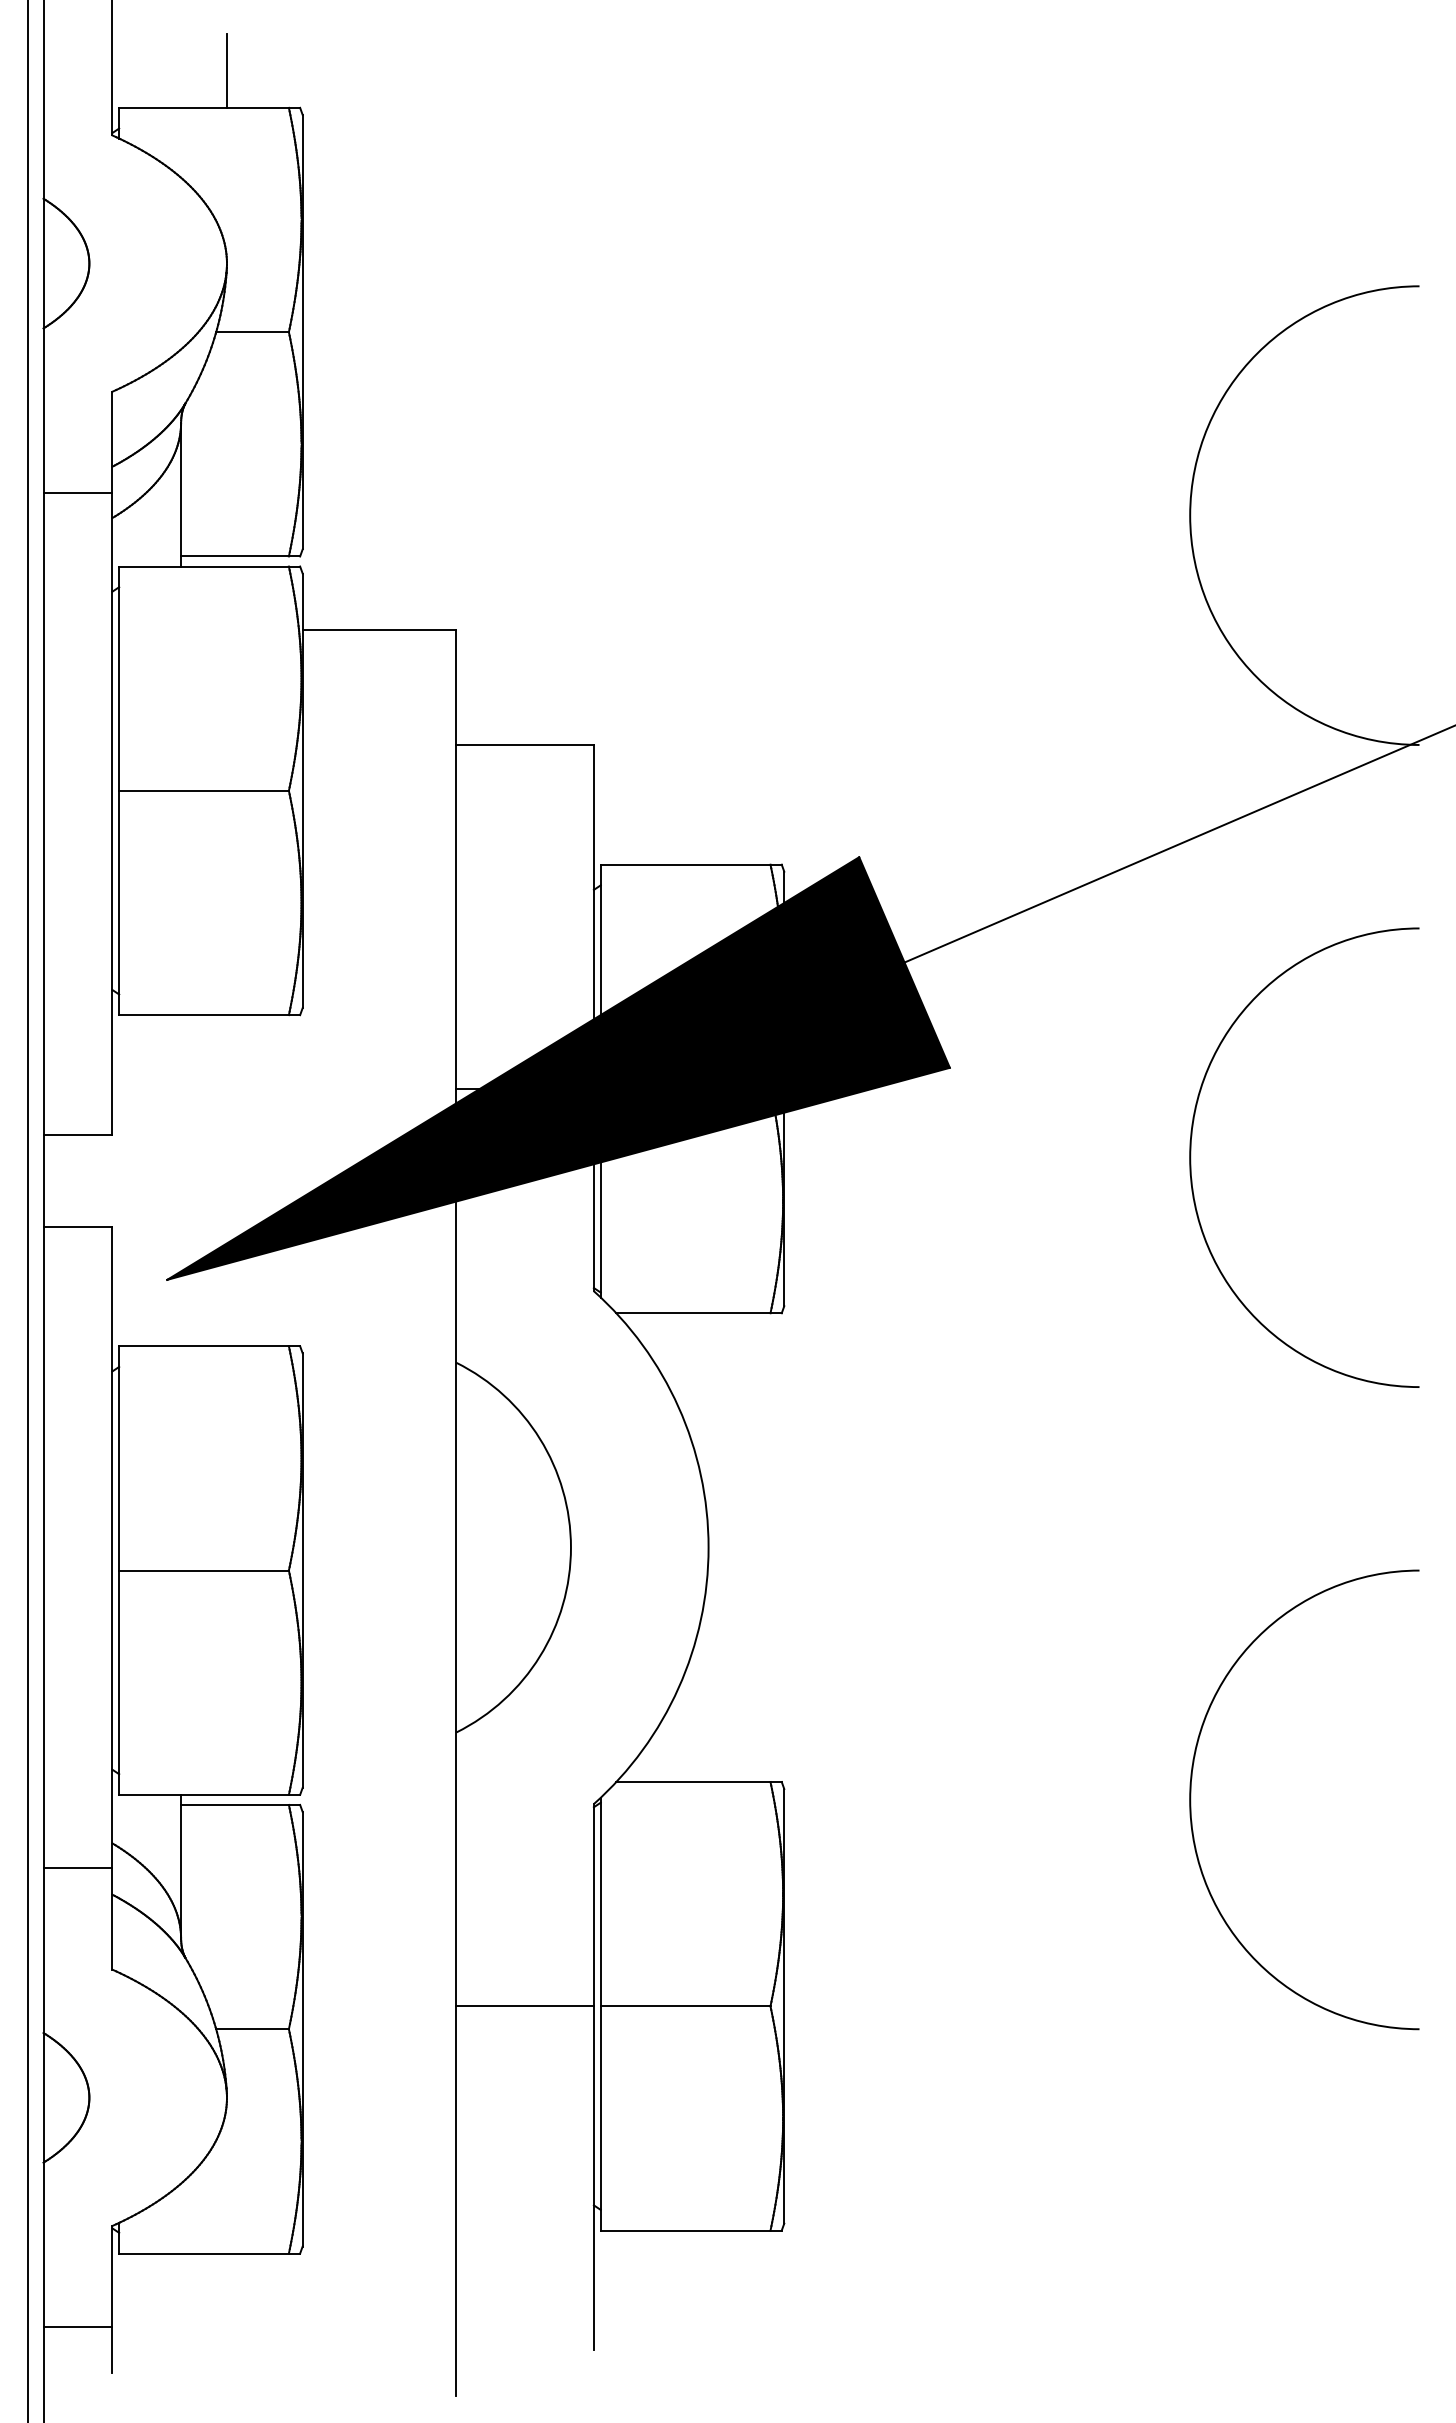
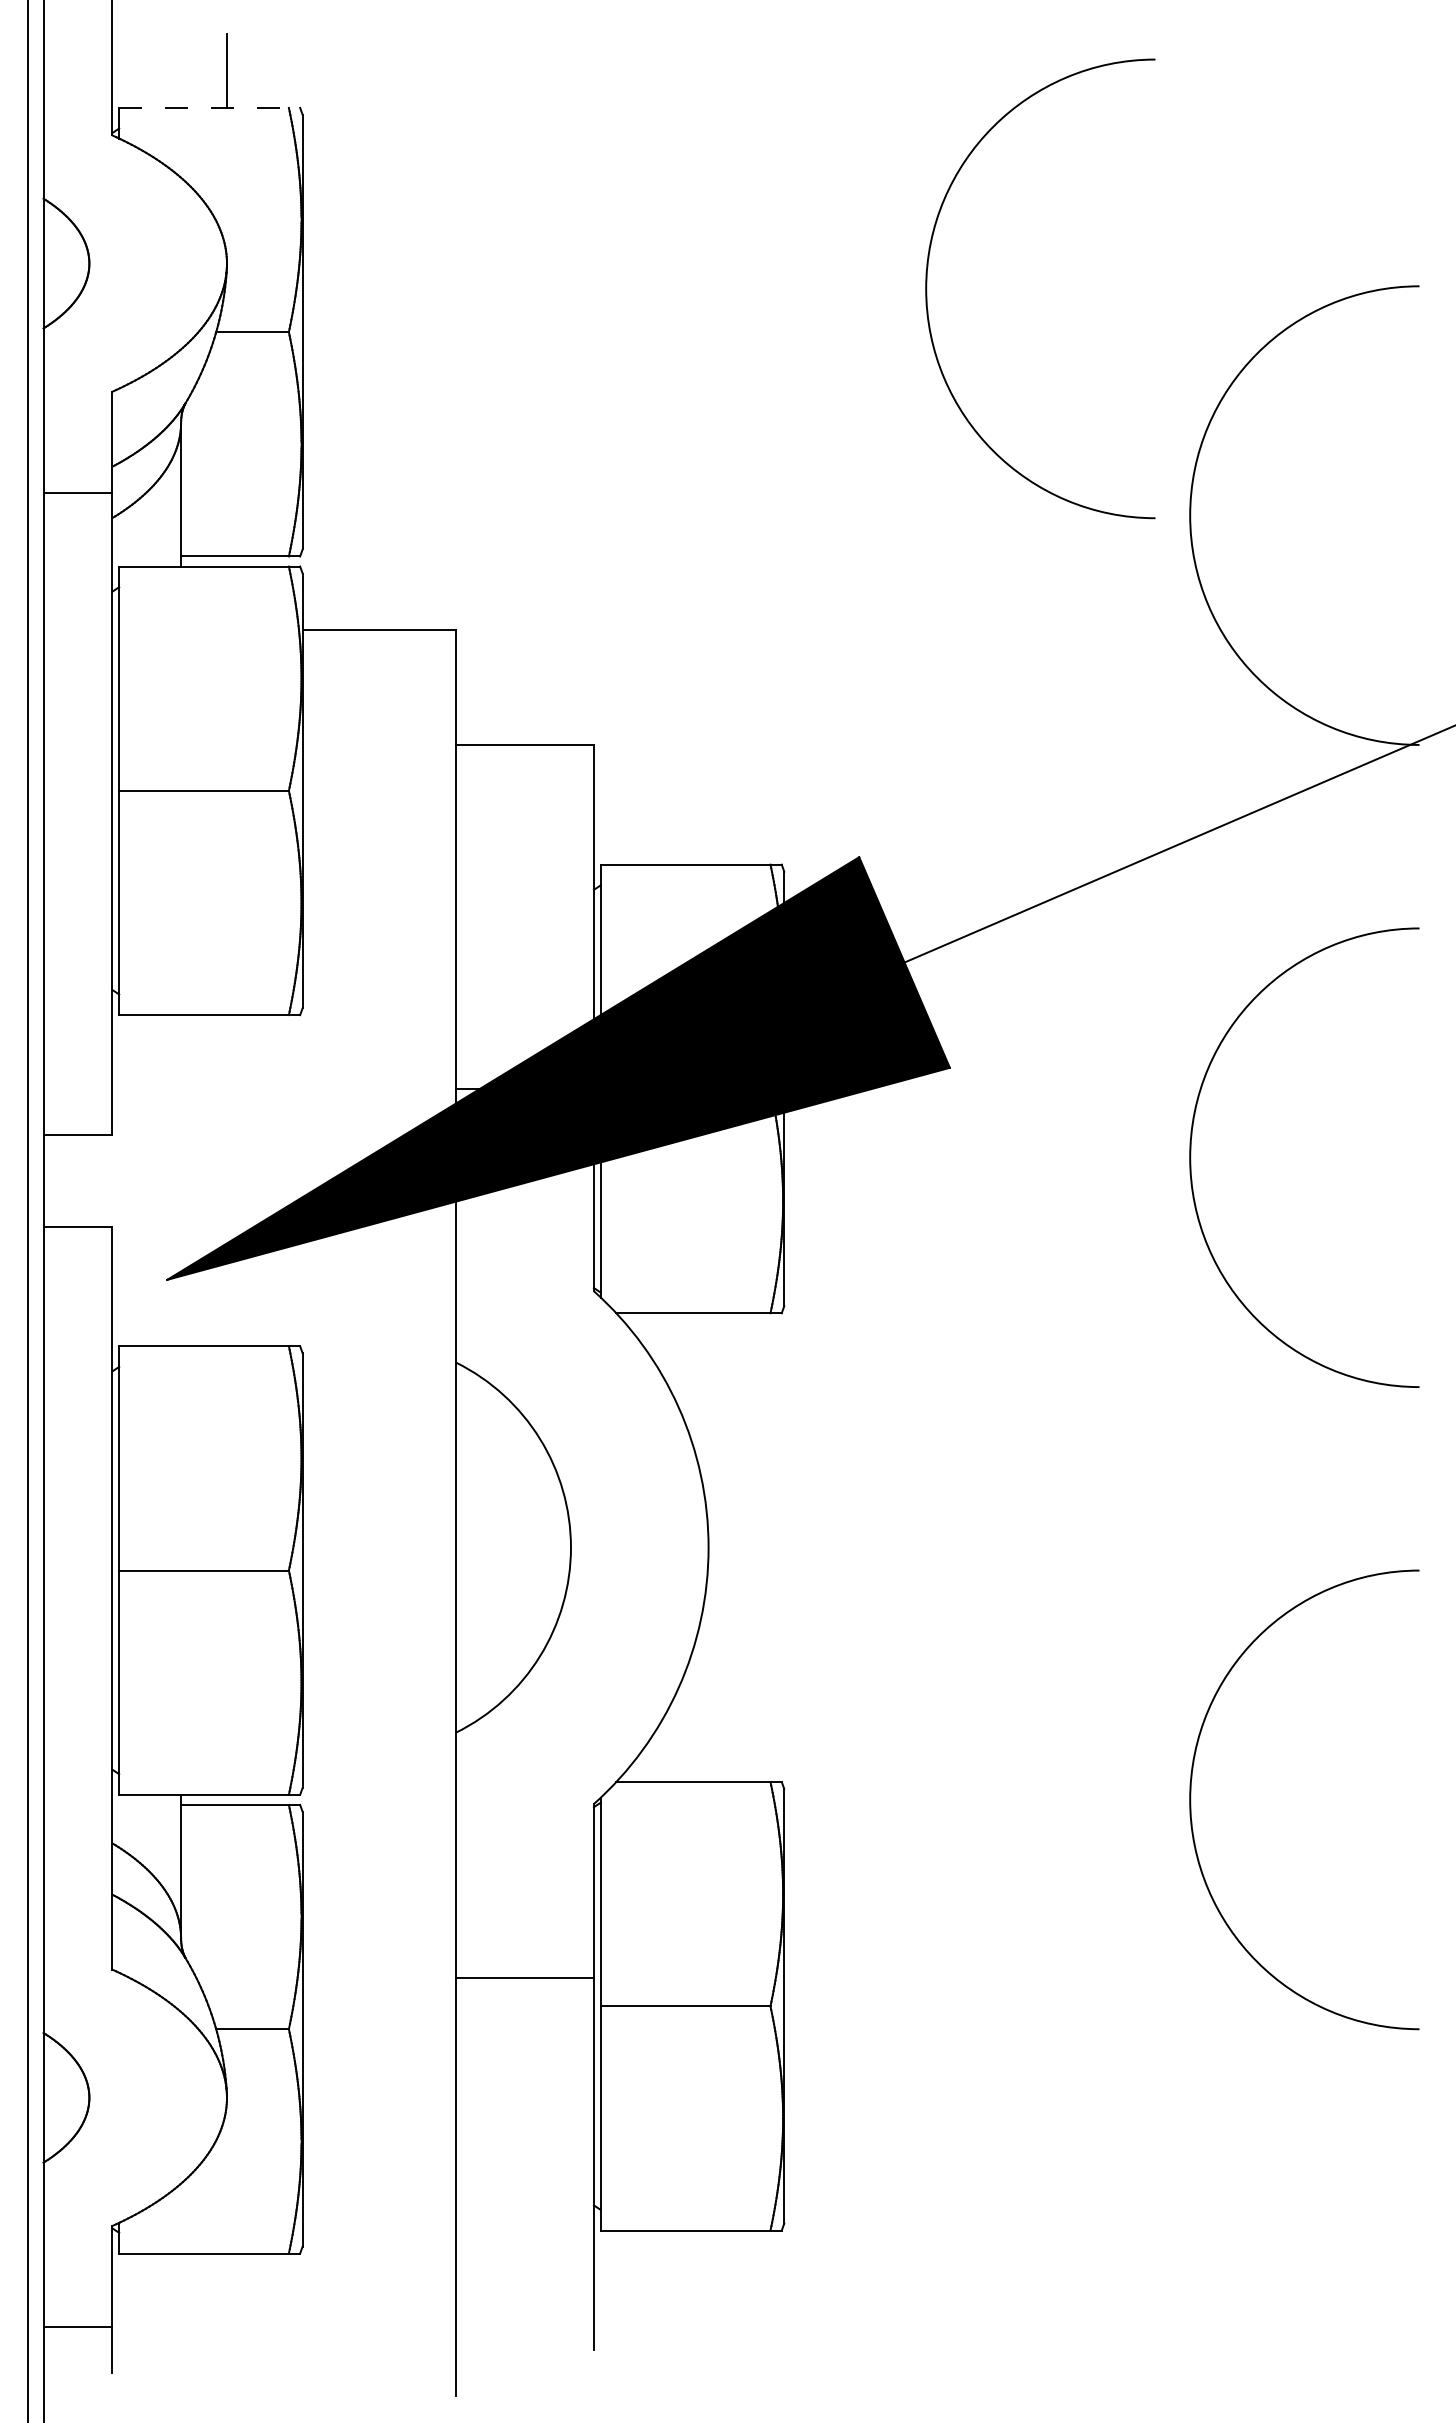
line at (210, 107): solid -> dashed
arc at (927, 288): none -> present
line at (77, 1868): present -> none
line at (524, 2006) position: (524, 2006) -> (524, 1978)
